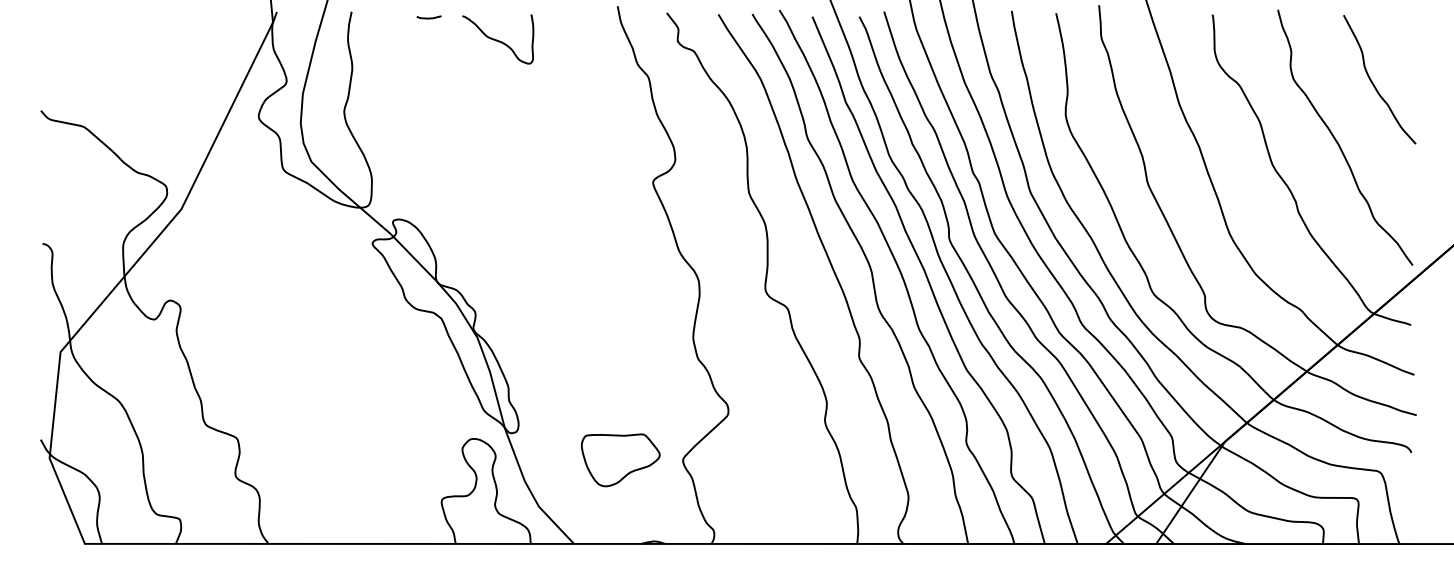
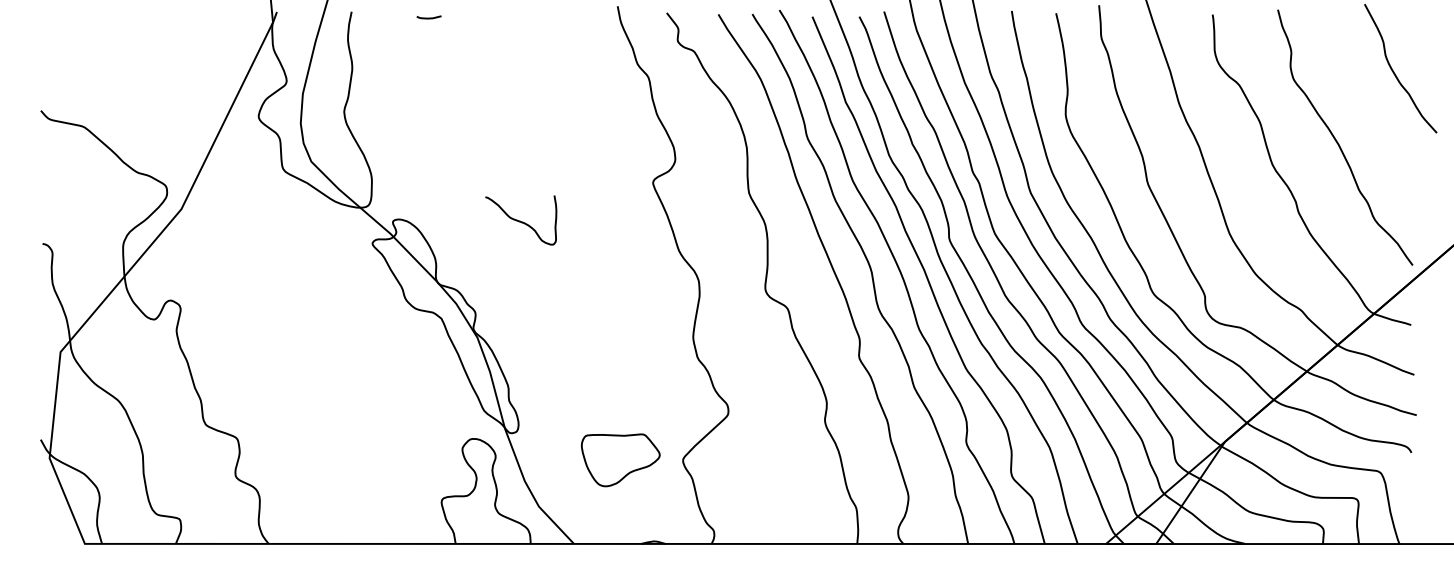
curve at (497, 39) position: (497, 39) -> (520, 220)
curve at (1373, 82) position: (1373, 82) -> (1394, 71)
